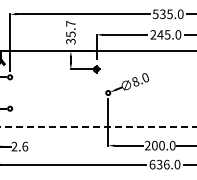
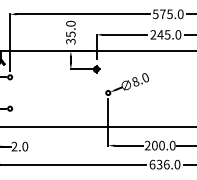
text at (162, 14): 535.0 -> 575.0
text at (70, 23): 35.7 -> 35.0
line at (98, 127): dashed -> solid
text at (25, 146): 2.6 -> 2.0
